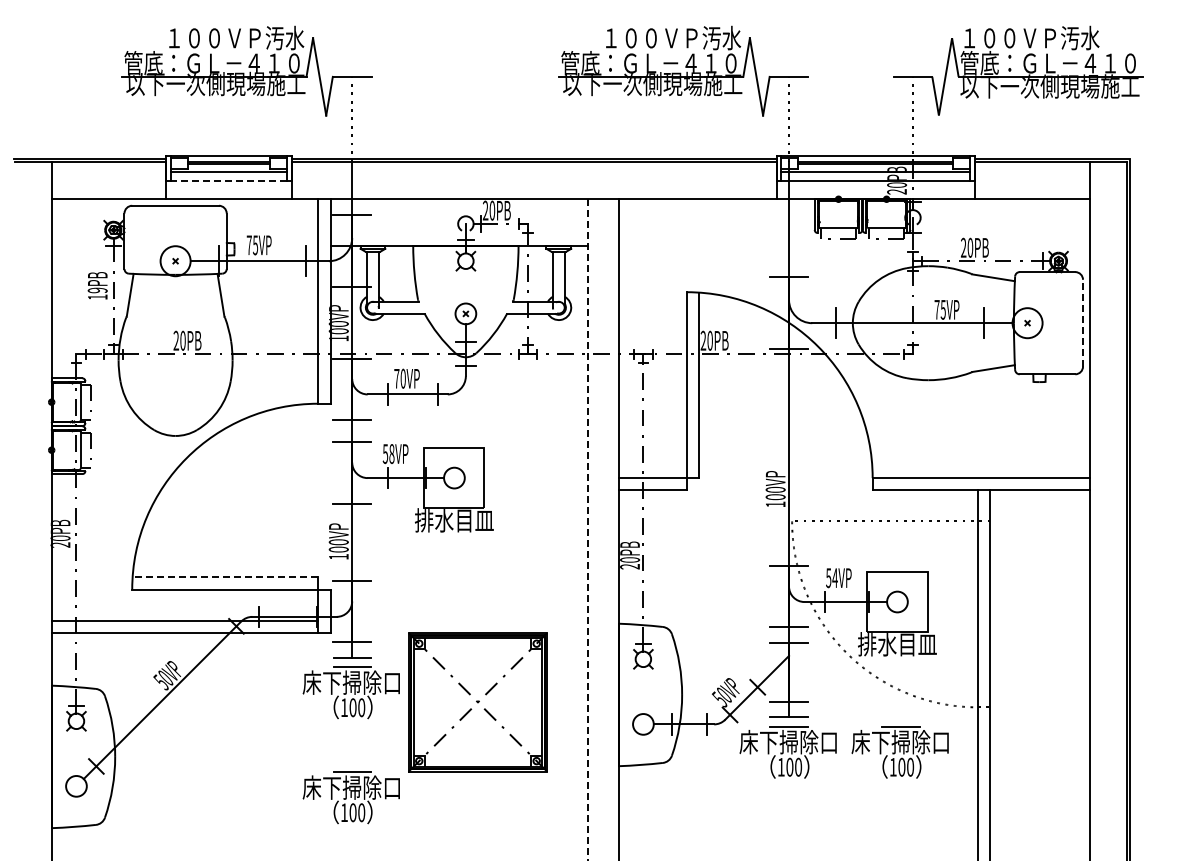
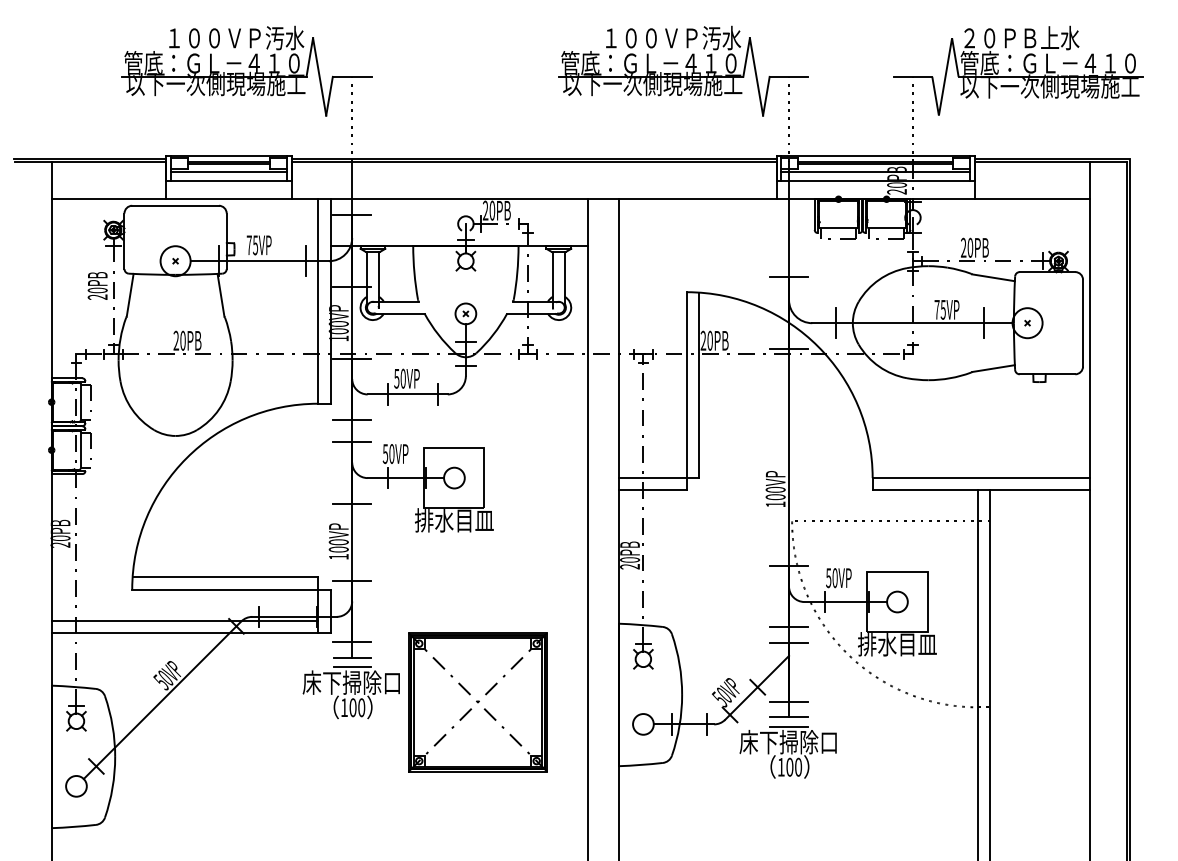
text at (1031, 37): １００ＶＰ汚水 -> ２０ＰＢ上水
line at (228, 180): dashed -> solid
text at (97, 293): 19PB -> 20PB
line at (1083, 322): dashed -> solid
text at (396, 378): 70VP -> 50VP
text at (391, 453): 58VP -> 50VP
line at (587, 529): dashed -> solid
line at (225, 577): dashed -> solid
text at (834, 578): 54VP -> 50VP
part at (899, 752): present -> none
part at (350, 797): present -> none
